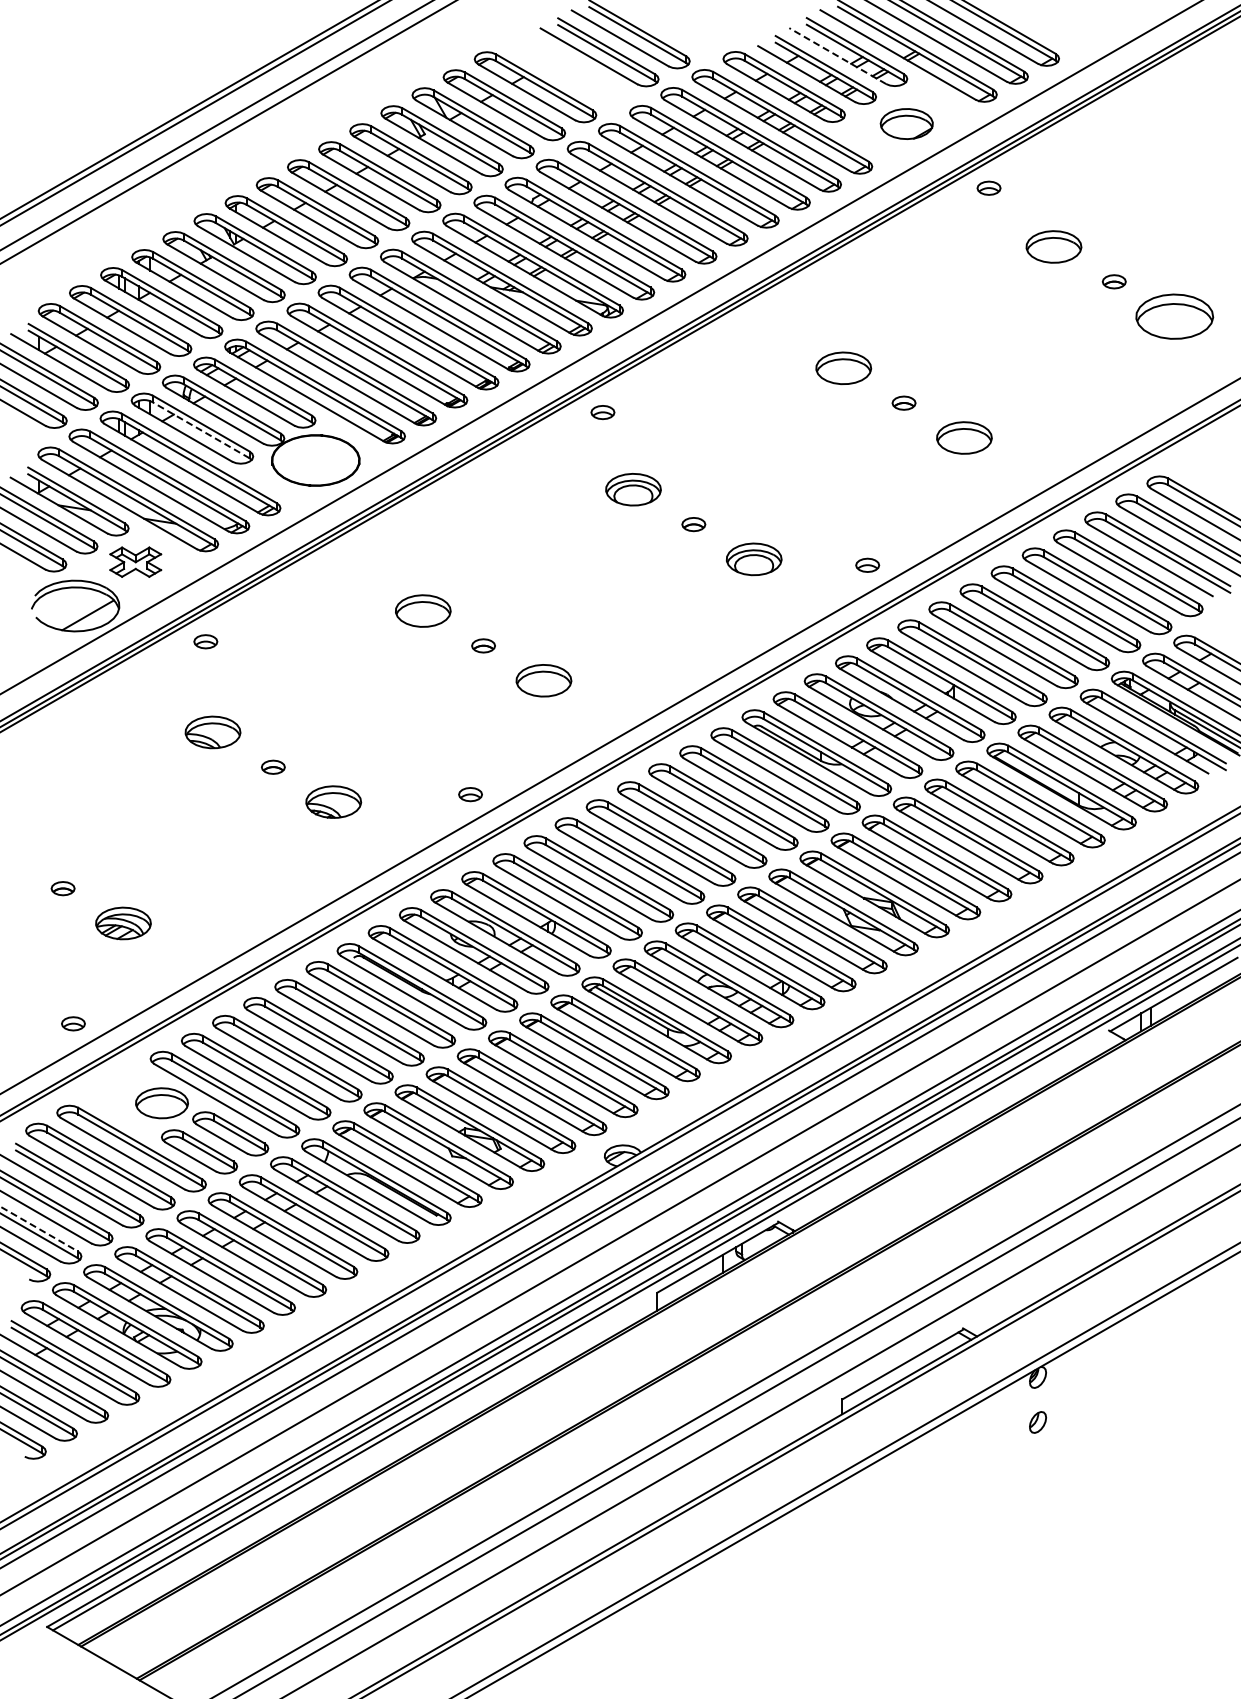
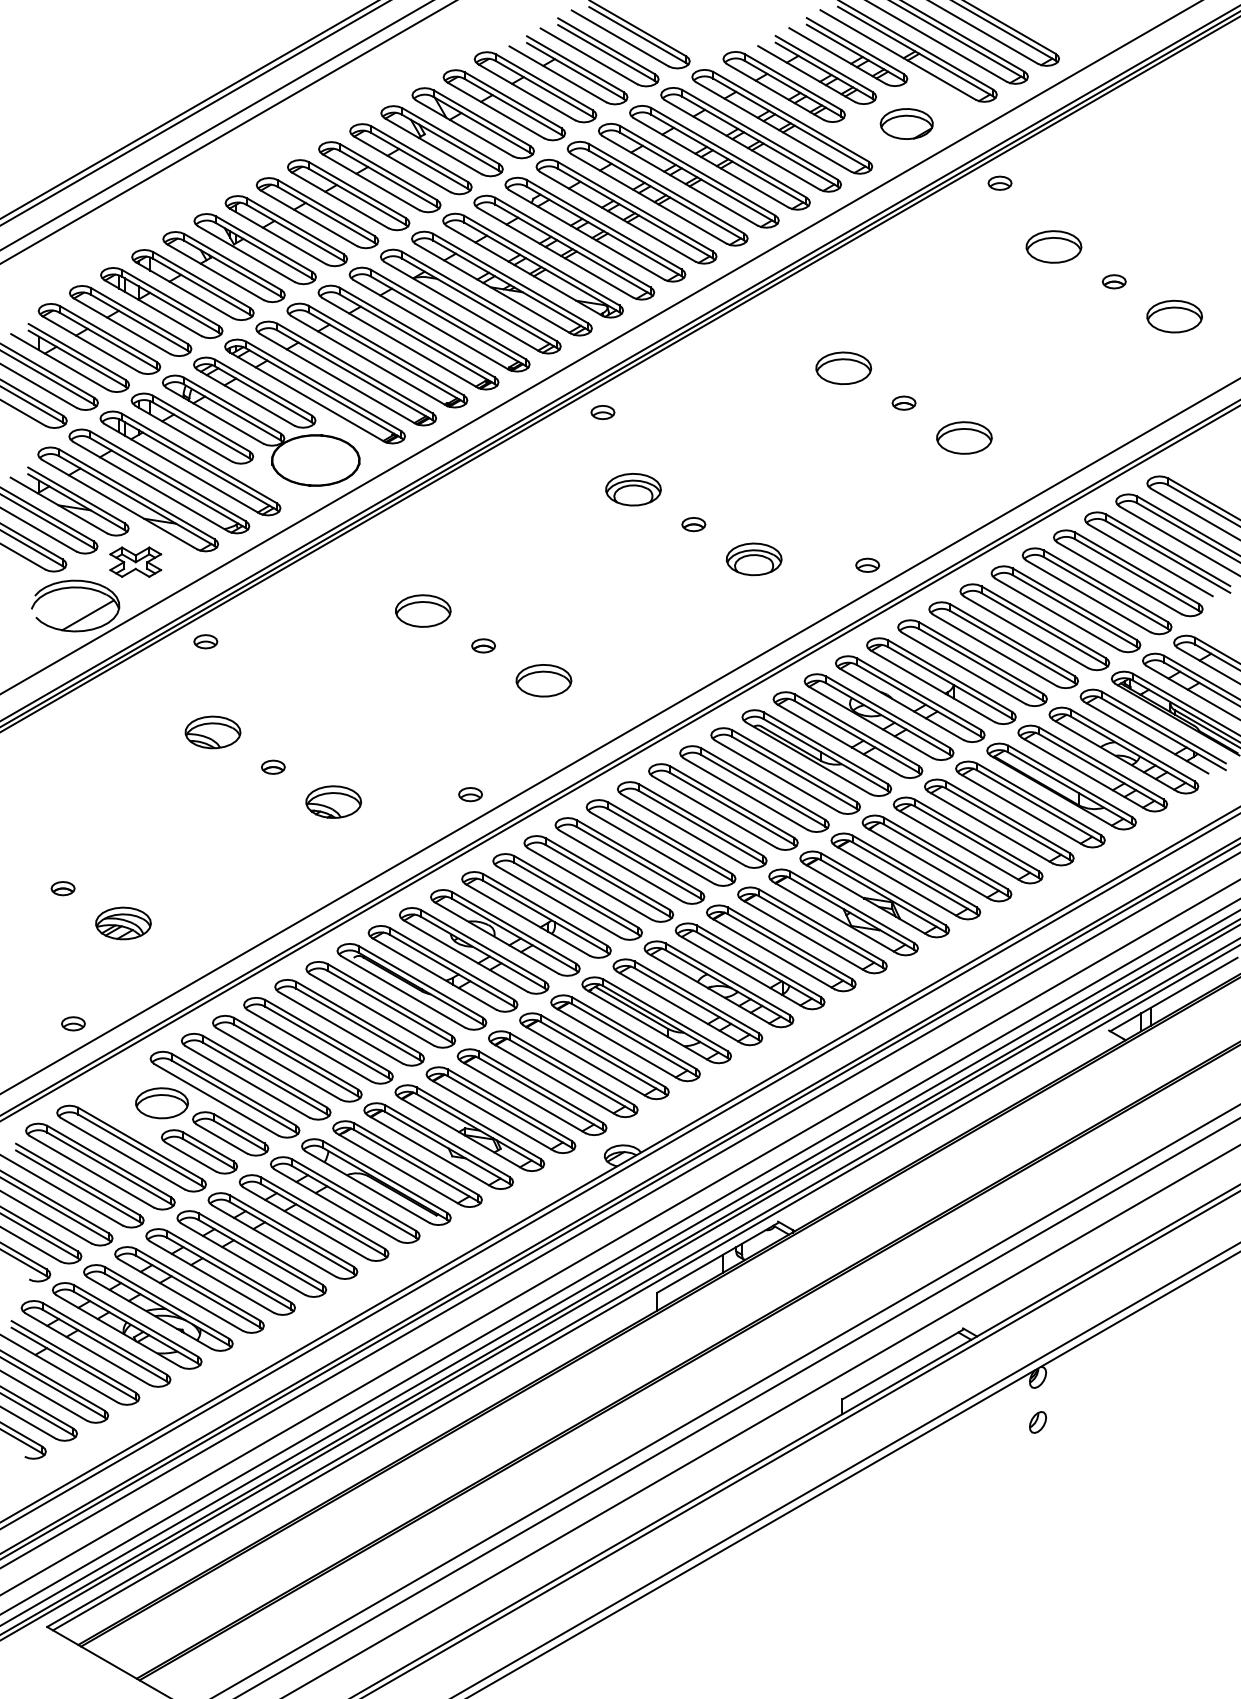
line at (837, 56): dashed -> solid
part at (568, 70): none -> present
part at (988, 187) position: (988, 187) -> (999, 182)
part at (1174, 316) size: 80x47 px -> 57x35 px
line at (201, 430): dashed -> solid
line at (39, 1228): dashed -> solid
line at (619, 1256): none -> present
